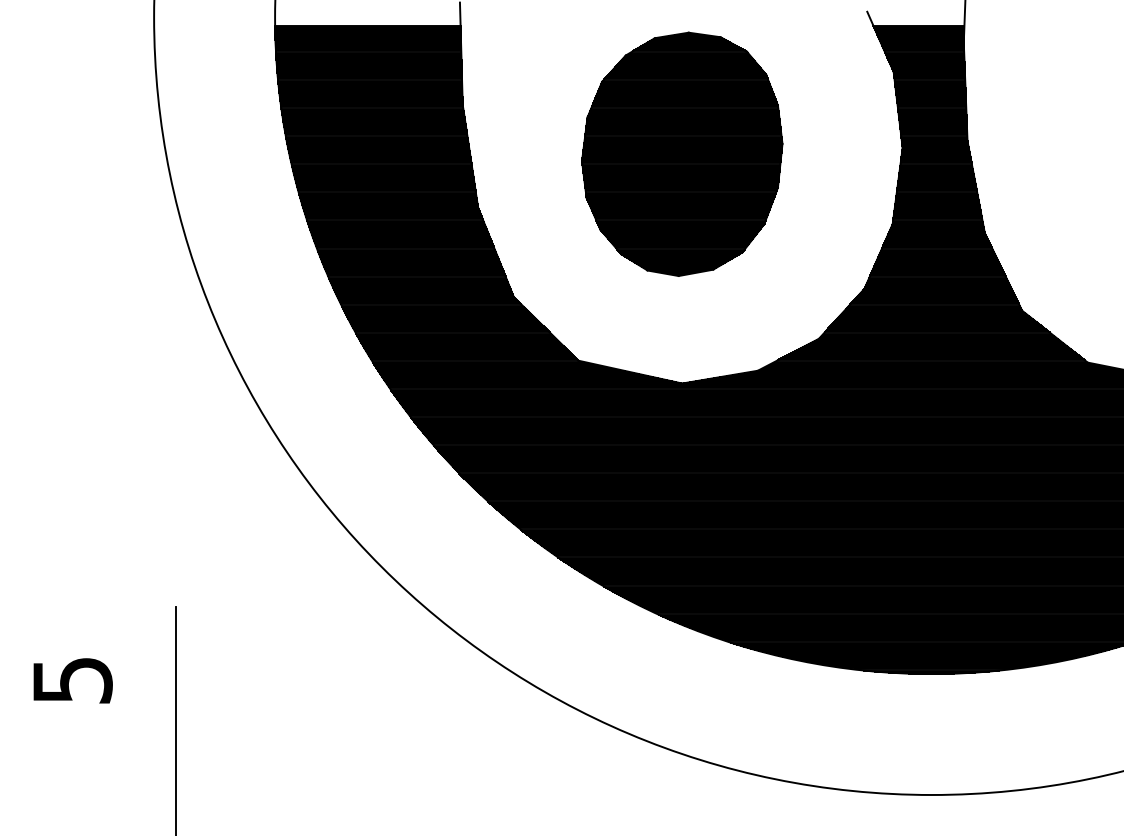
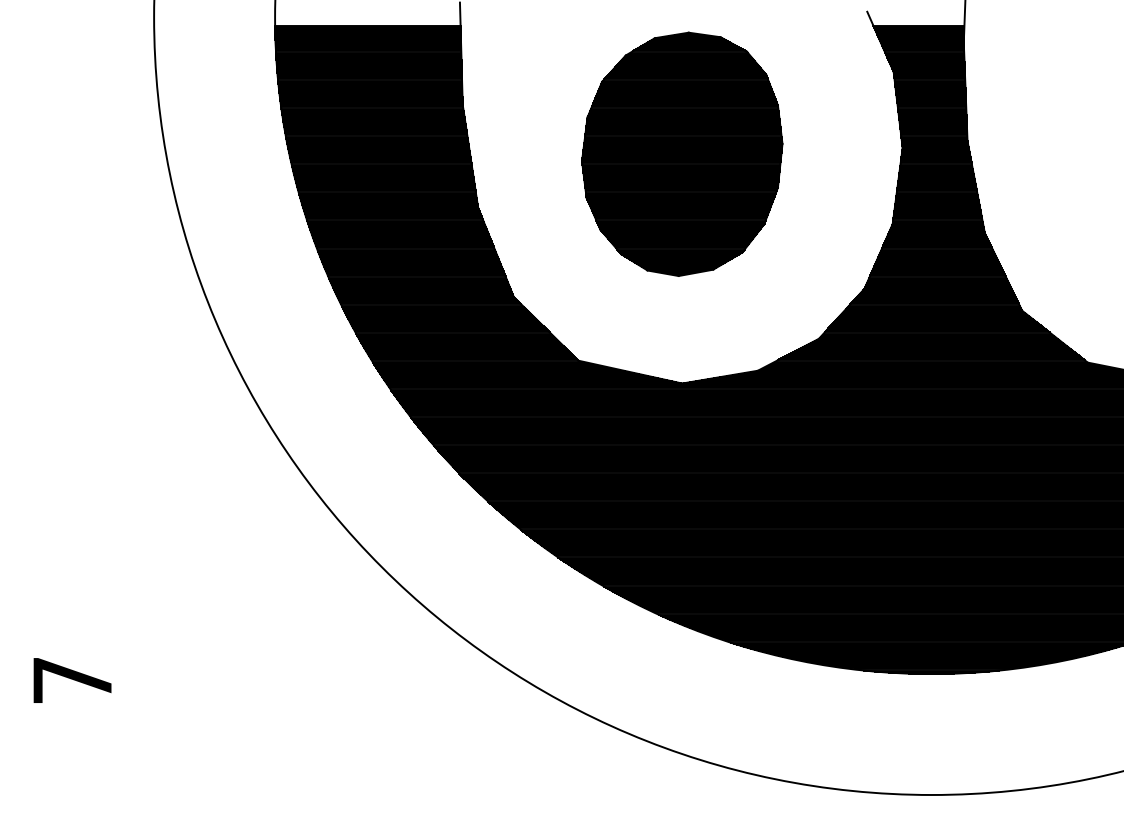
text at (72, 680): 5 -> 7
line at (176, 719): present -> none
